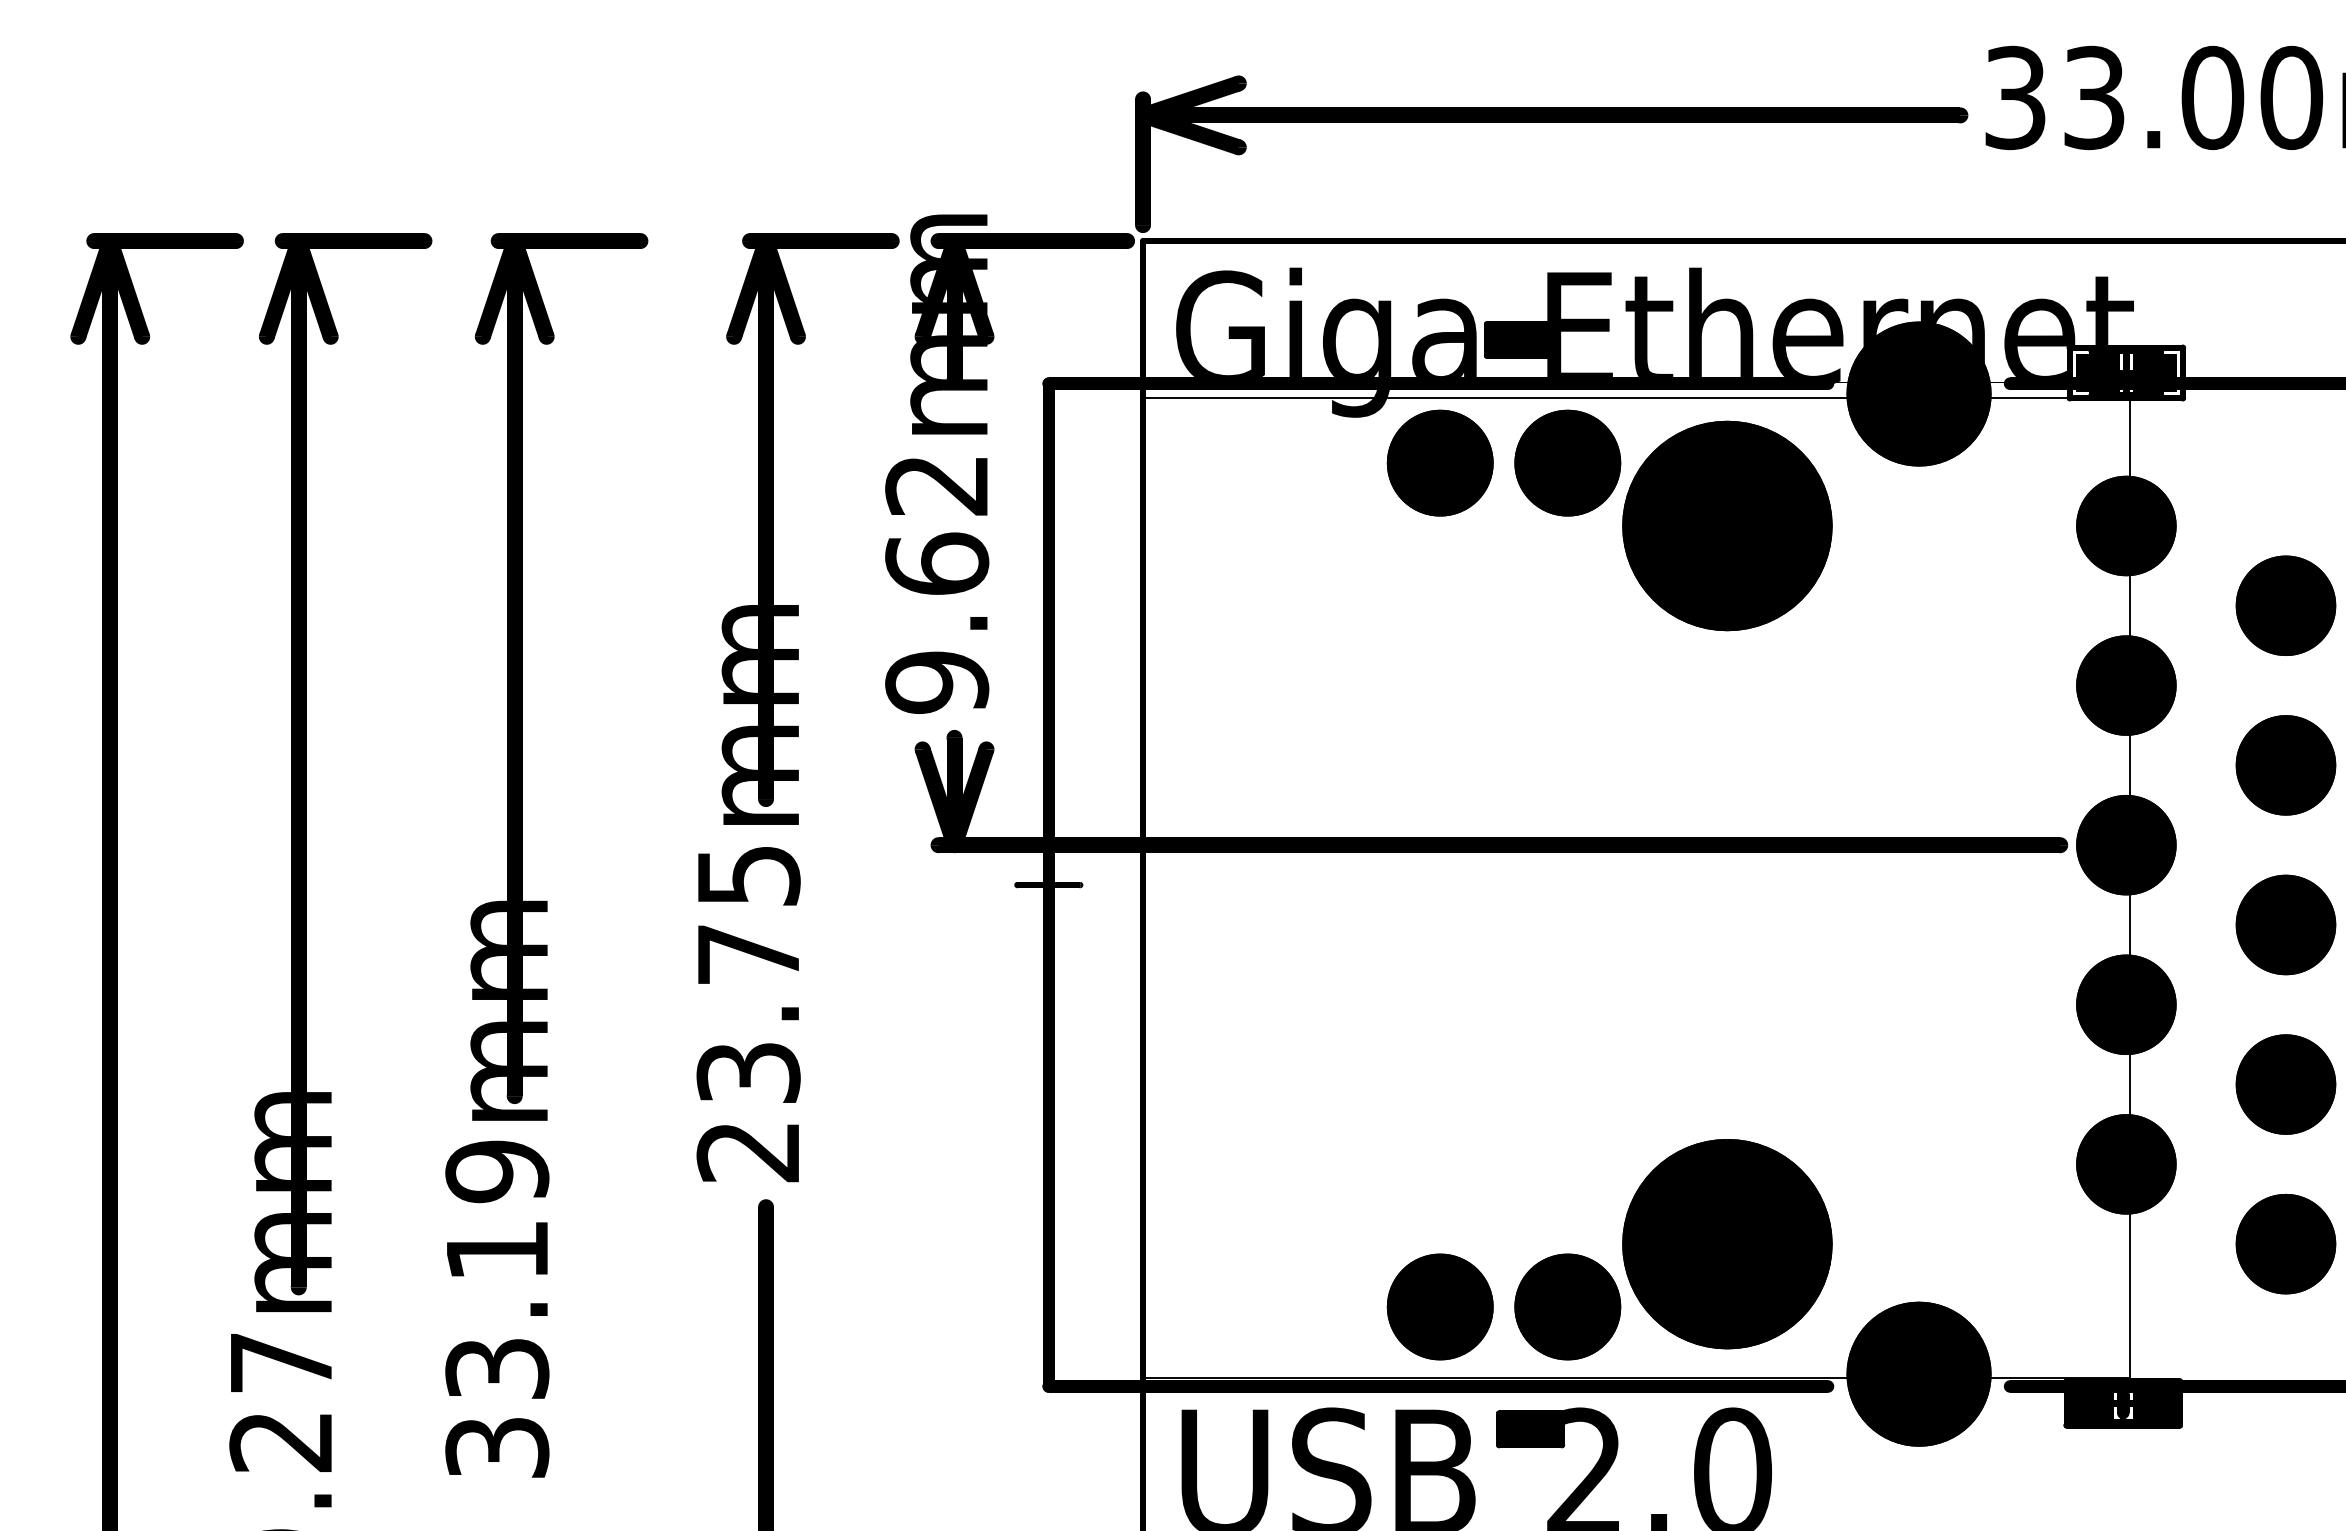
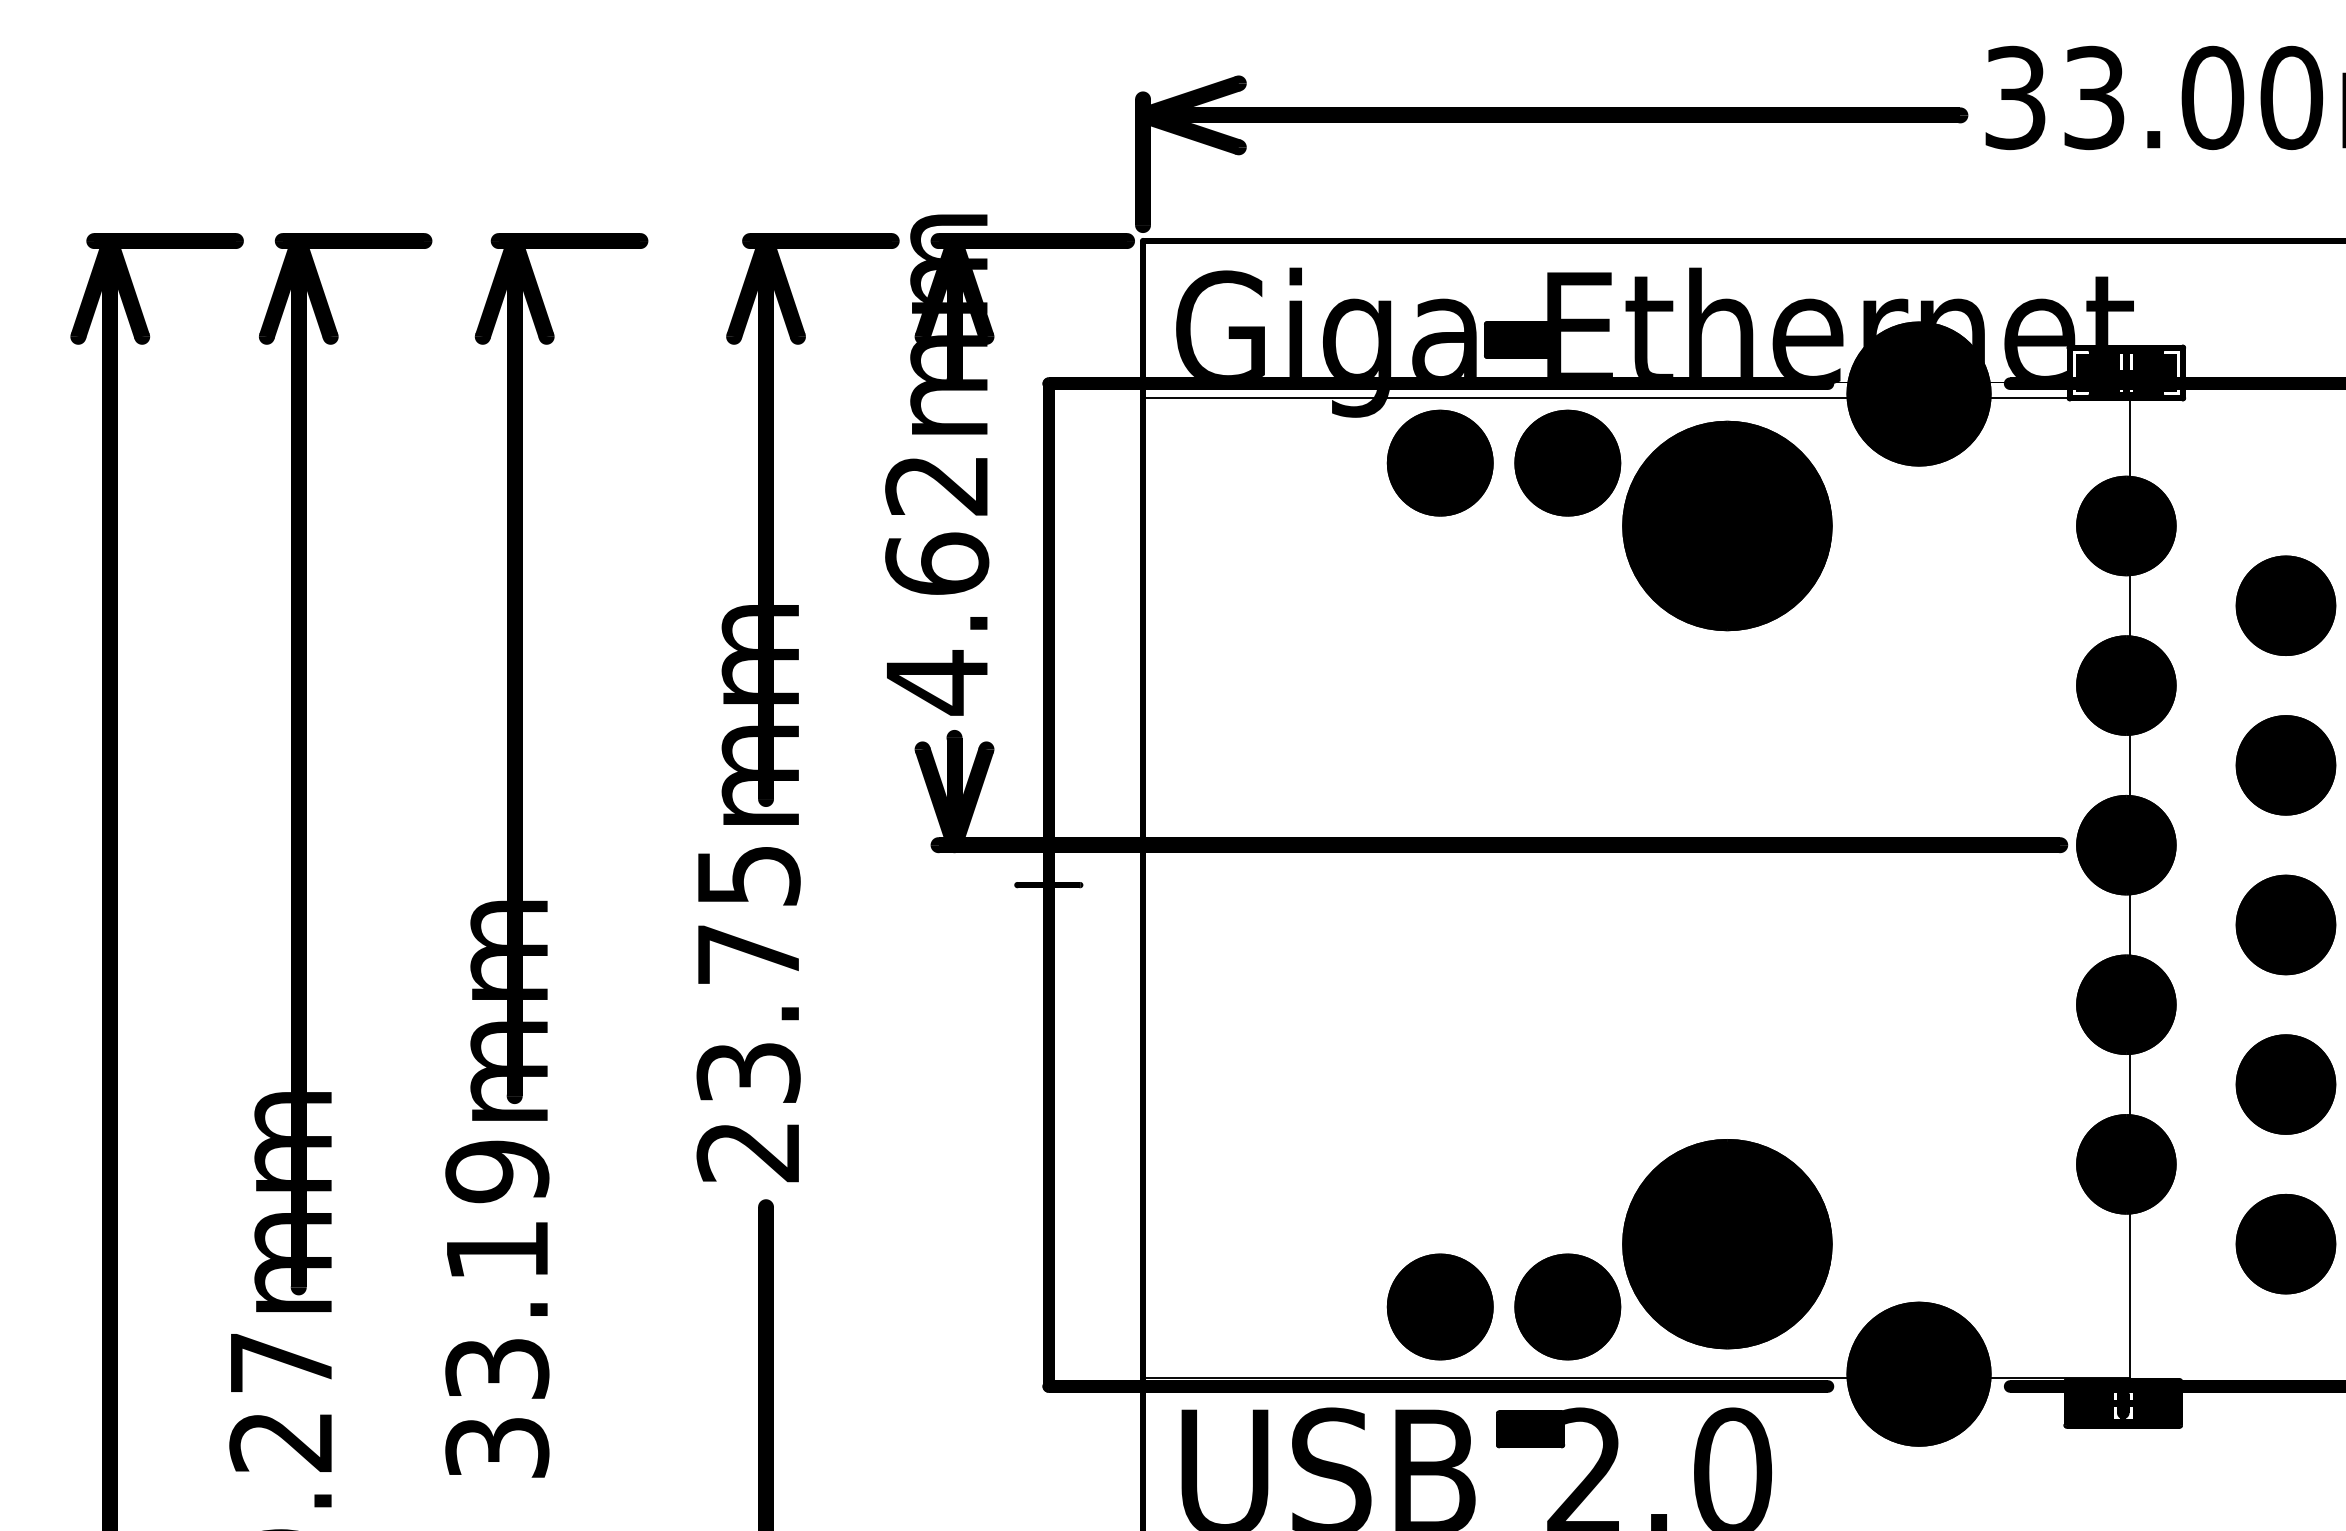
text at (937, 682): 9.62mm -> 4.62mm
